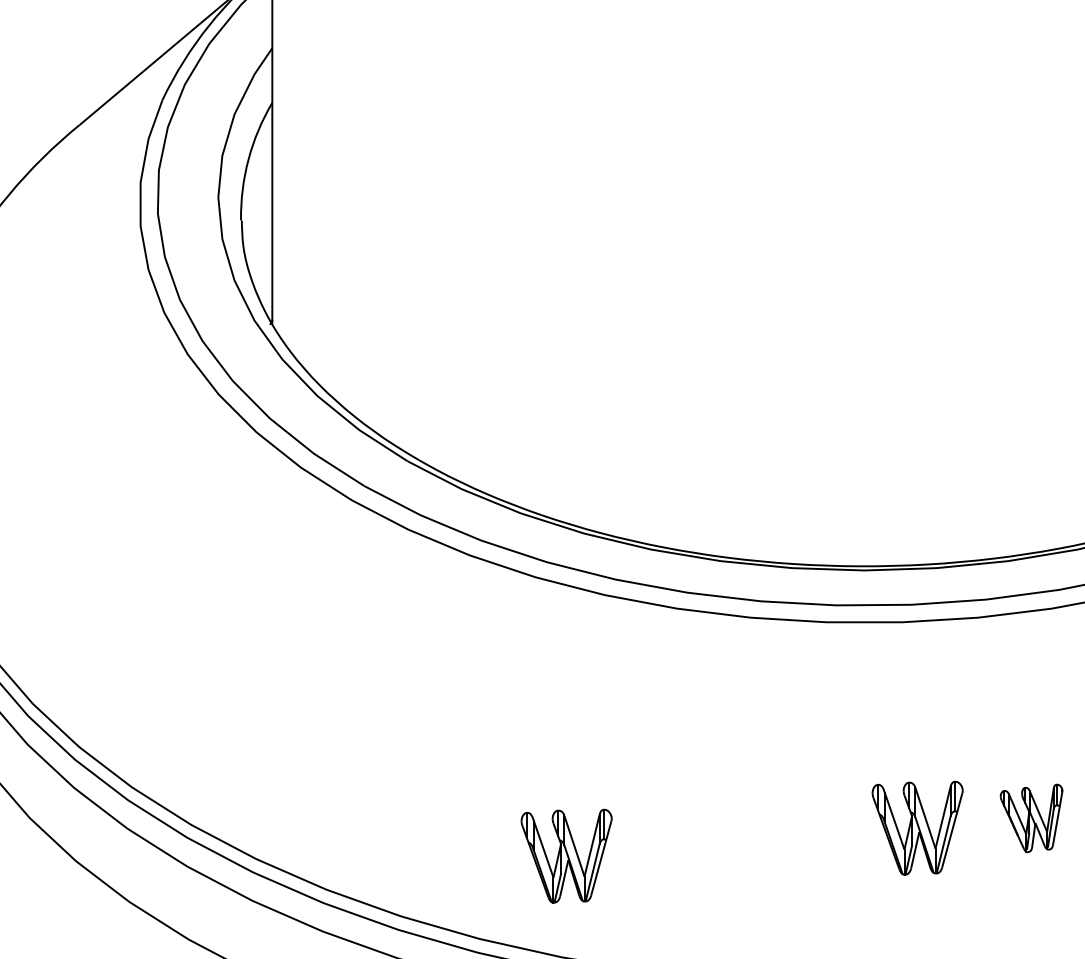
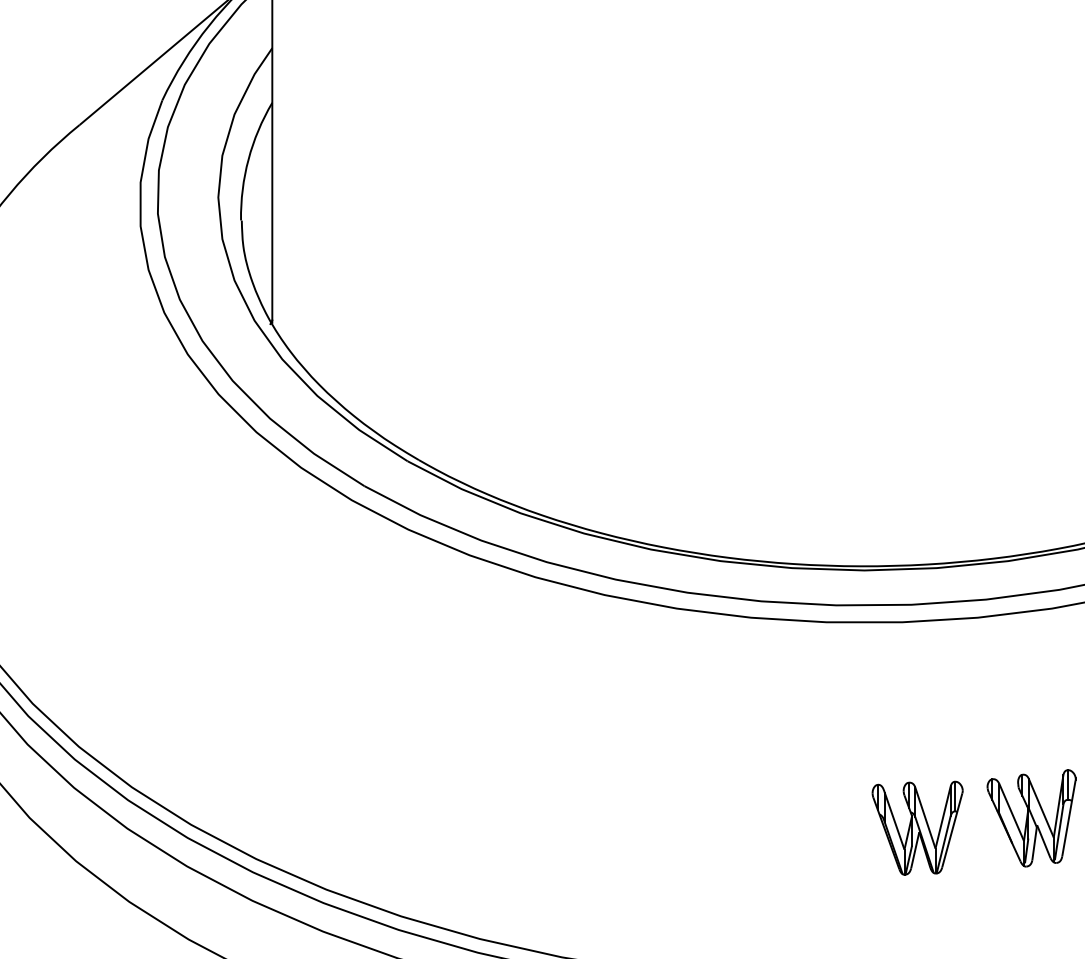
part at (1031, 818) size: 65x71 px -> 91x99 px
part at (566, 855): present -> none
